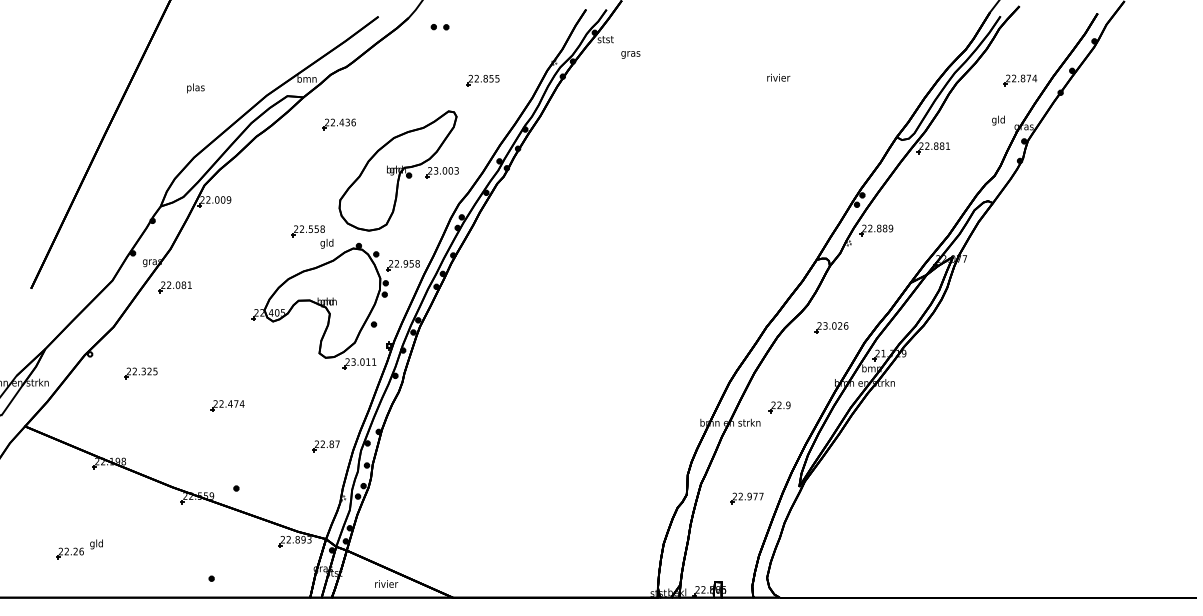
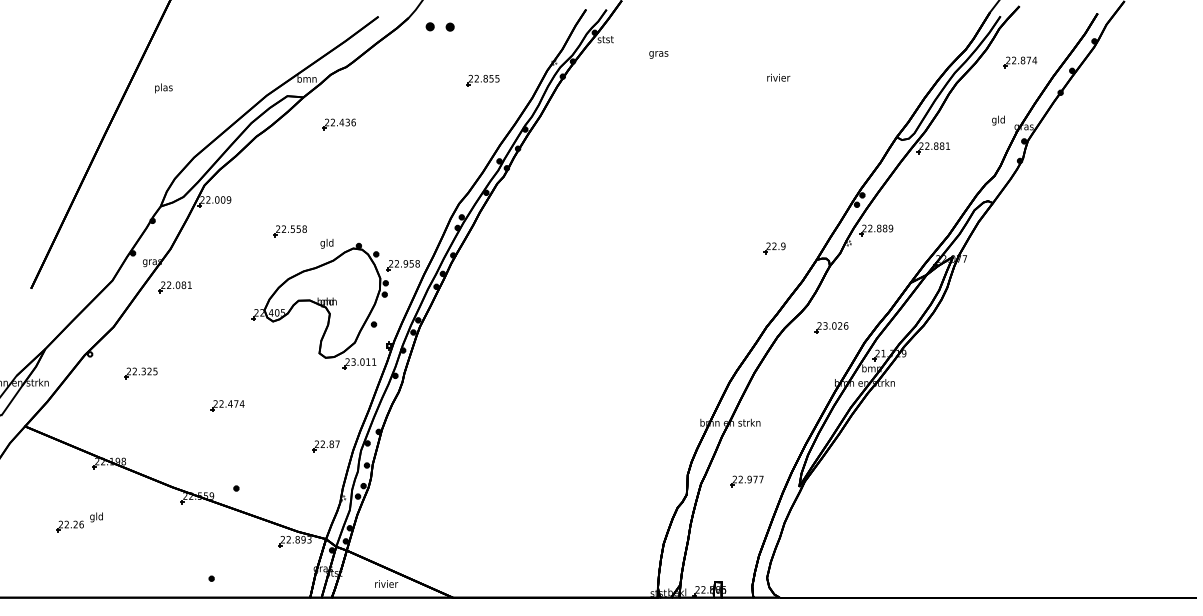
part at (439, 27) size: 20x7 px -> 30x10 px
text at (630, 54) position: (630, 54) -> (658, 54)
part at (1020, 80) position: (1020, 80) -> (1020, 62)
text at (195, 88) position: (195, 88) -> (163, 88)
part at (398, 170): present -> none
part at (307, 231) position: (307, 231) -> (289, 231)
part at (779, 407) position: (779, 407) -> (774, 248)
part at (746, 498) position: (746, 498) -> (746, 481)
part at (79, 549) position: (79, 549) -> (79, 522)
